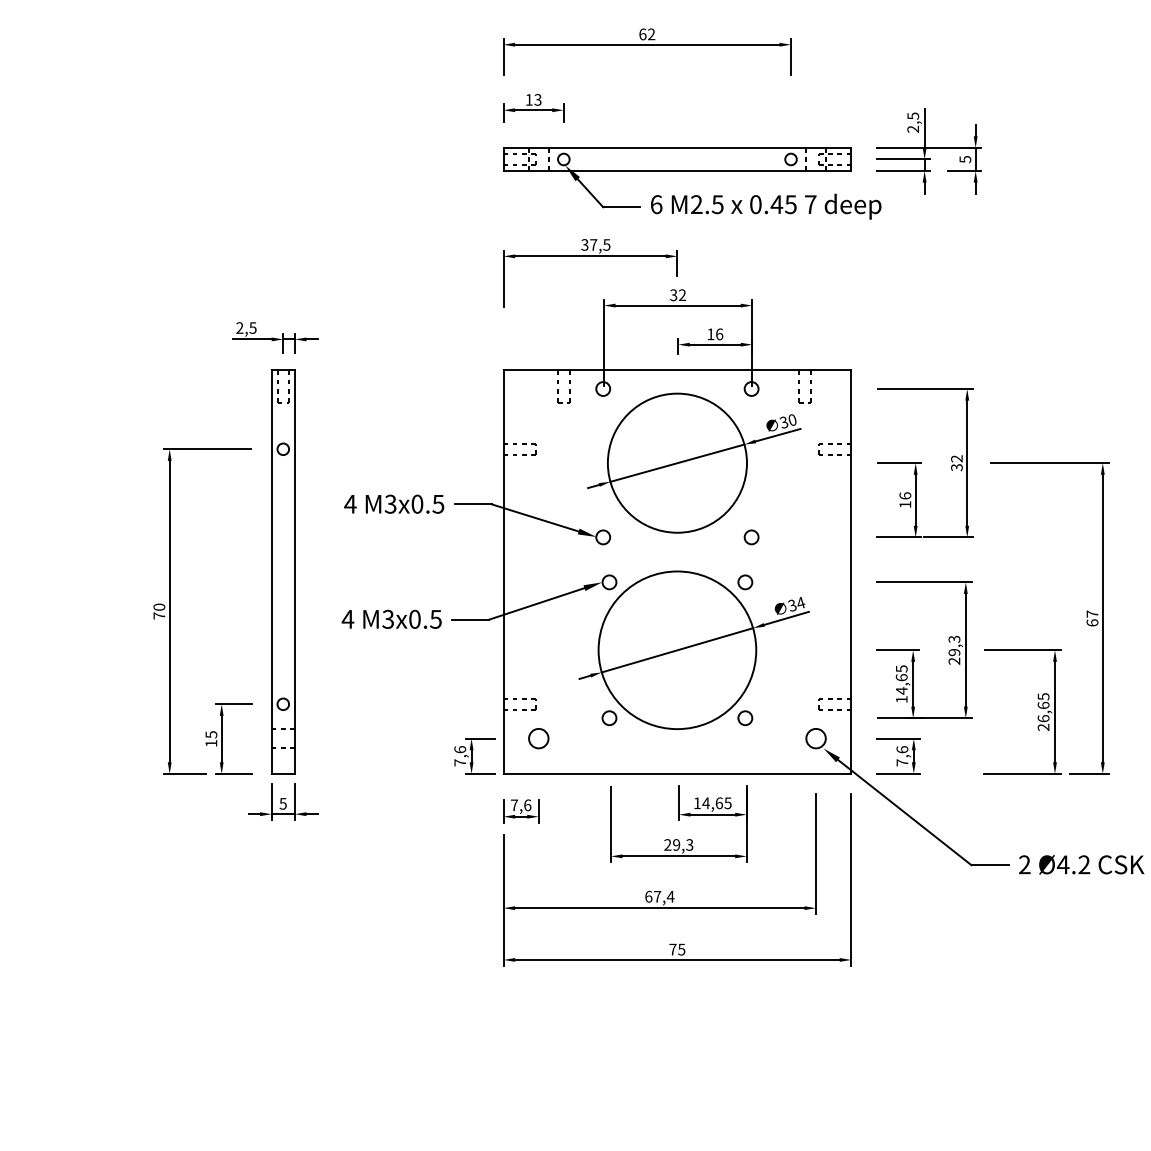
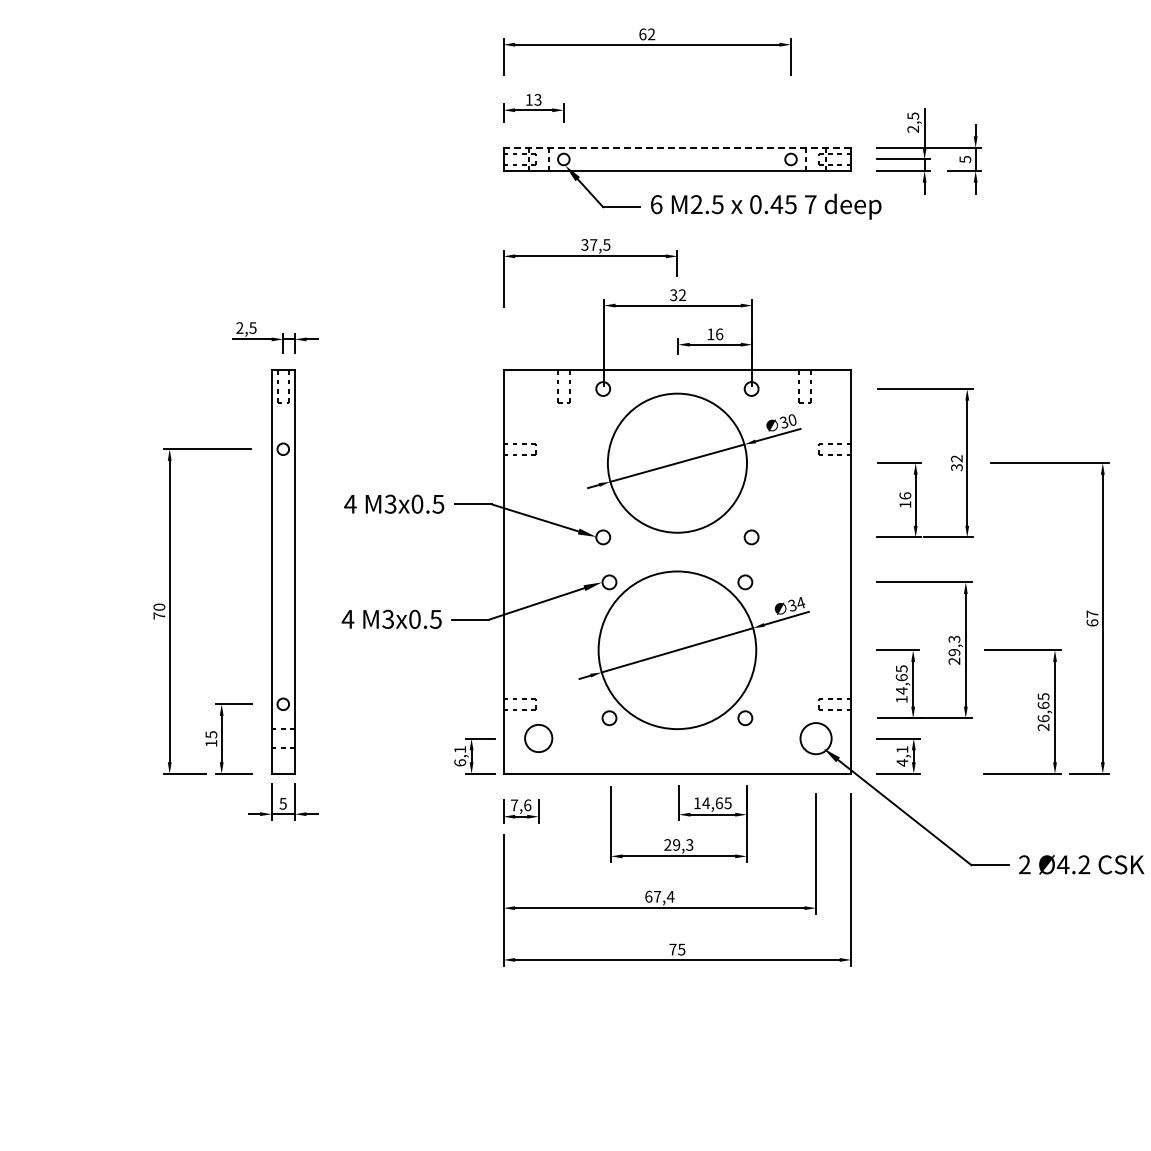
line at (677, 147): solid -> dashed
circle at (538, 738) size: 22x22 px -> 30x29 px
circle at (815, 738) diameter: 19 px -> 31 px
text at (460, 756): 7,6 -> 6,1
text at (902, 756): 7,6 -> 4,1
